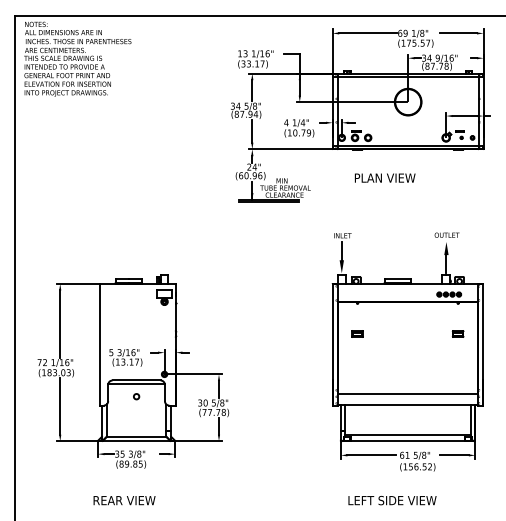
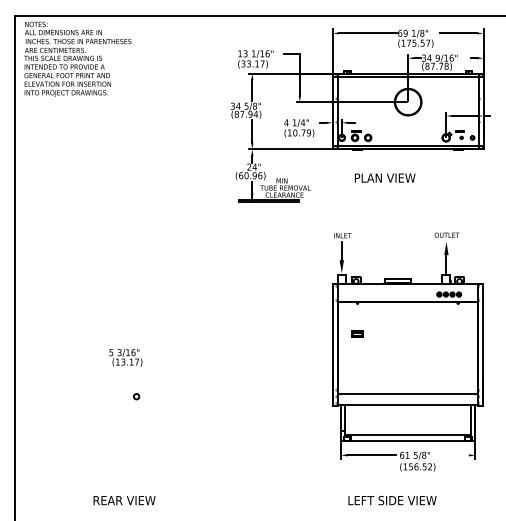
part at (457, 333): present -> none
part at (133, 371): present -> none
line at (454, 455): present -> none
